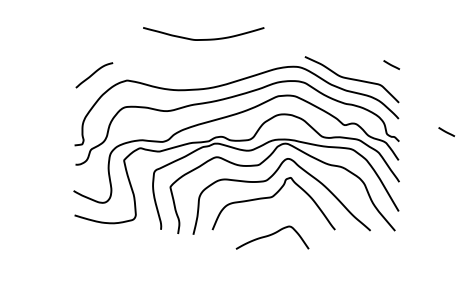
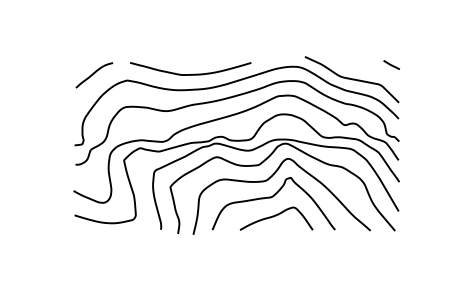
curve at (206, 38) position: (206, 38) -> (193, 73)
line at (446, 132): present -> none
curve at (272, 235) position: (272, 235) -> (276, 216)
